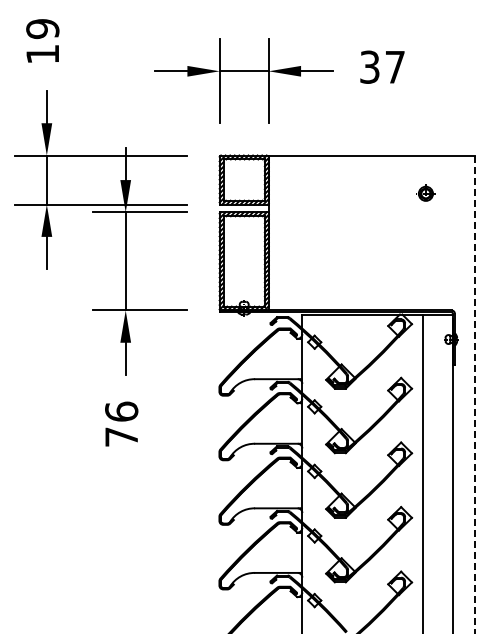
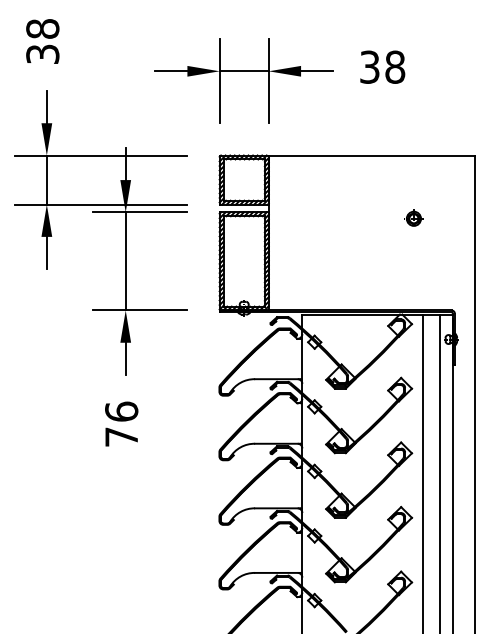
text at (42, 41): 19 -> 38
text at (395, 66): 37 -> 38
part at (425, 192) position: (425, 192) -> (413, 217)
line at (475, 394): dashed -> solid
line at (440, 472): none -> present
